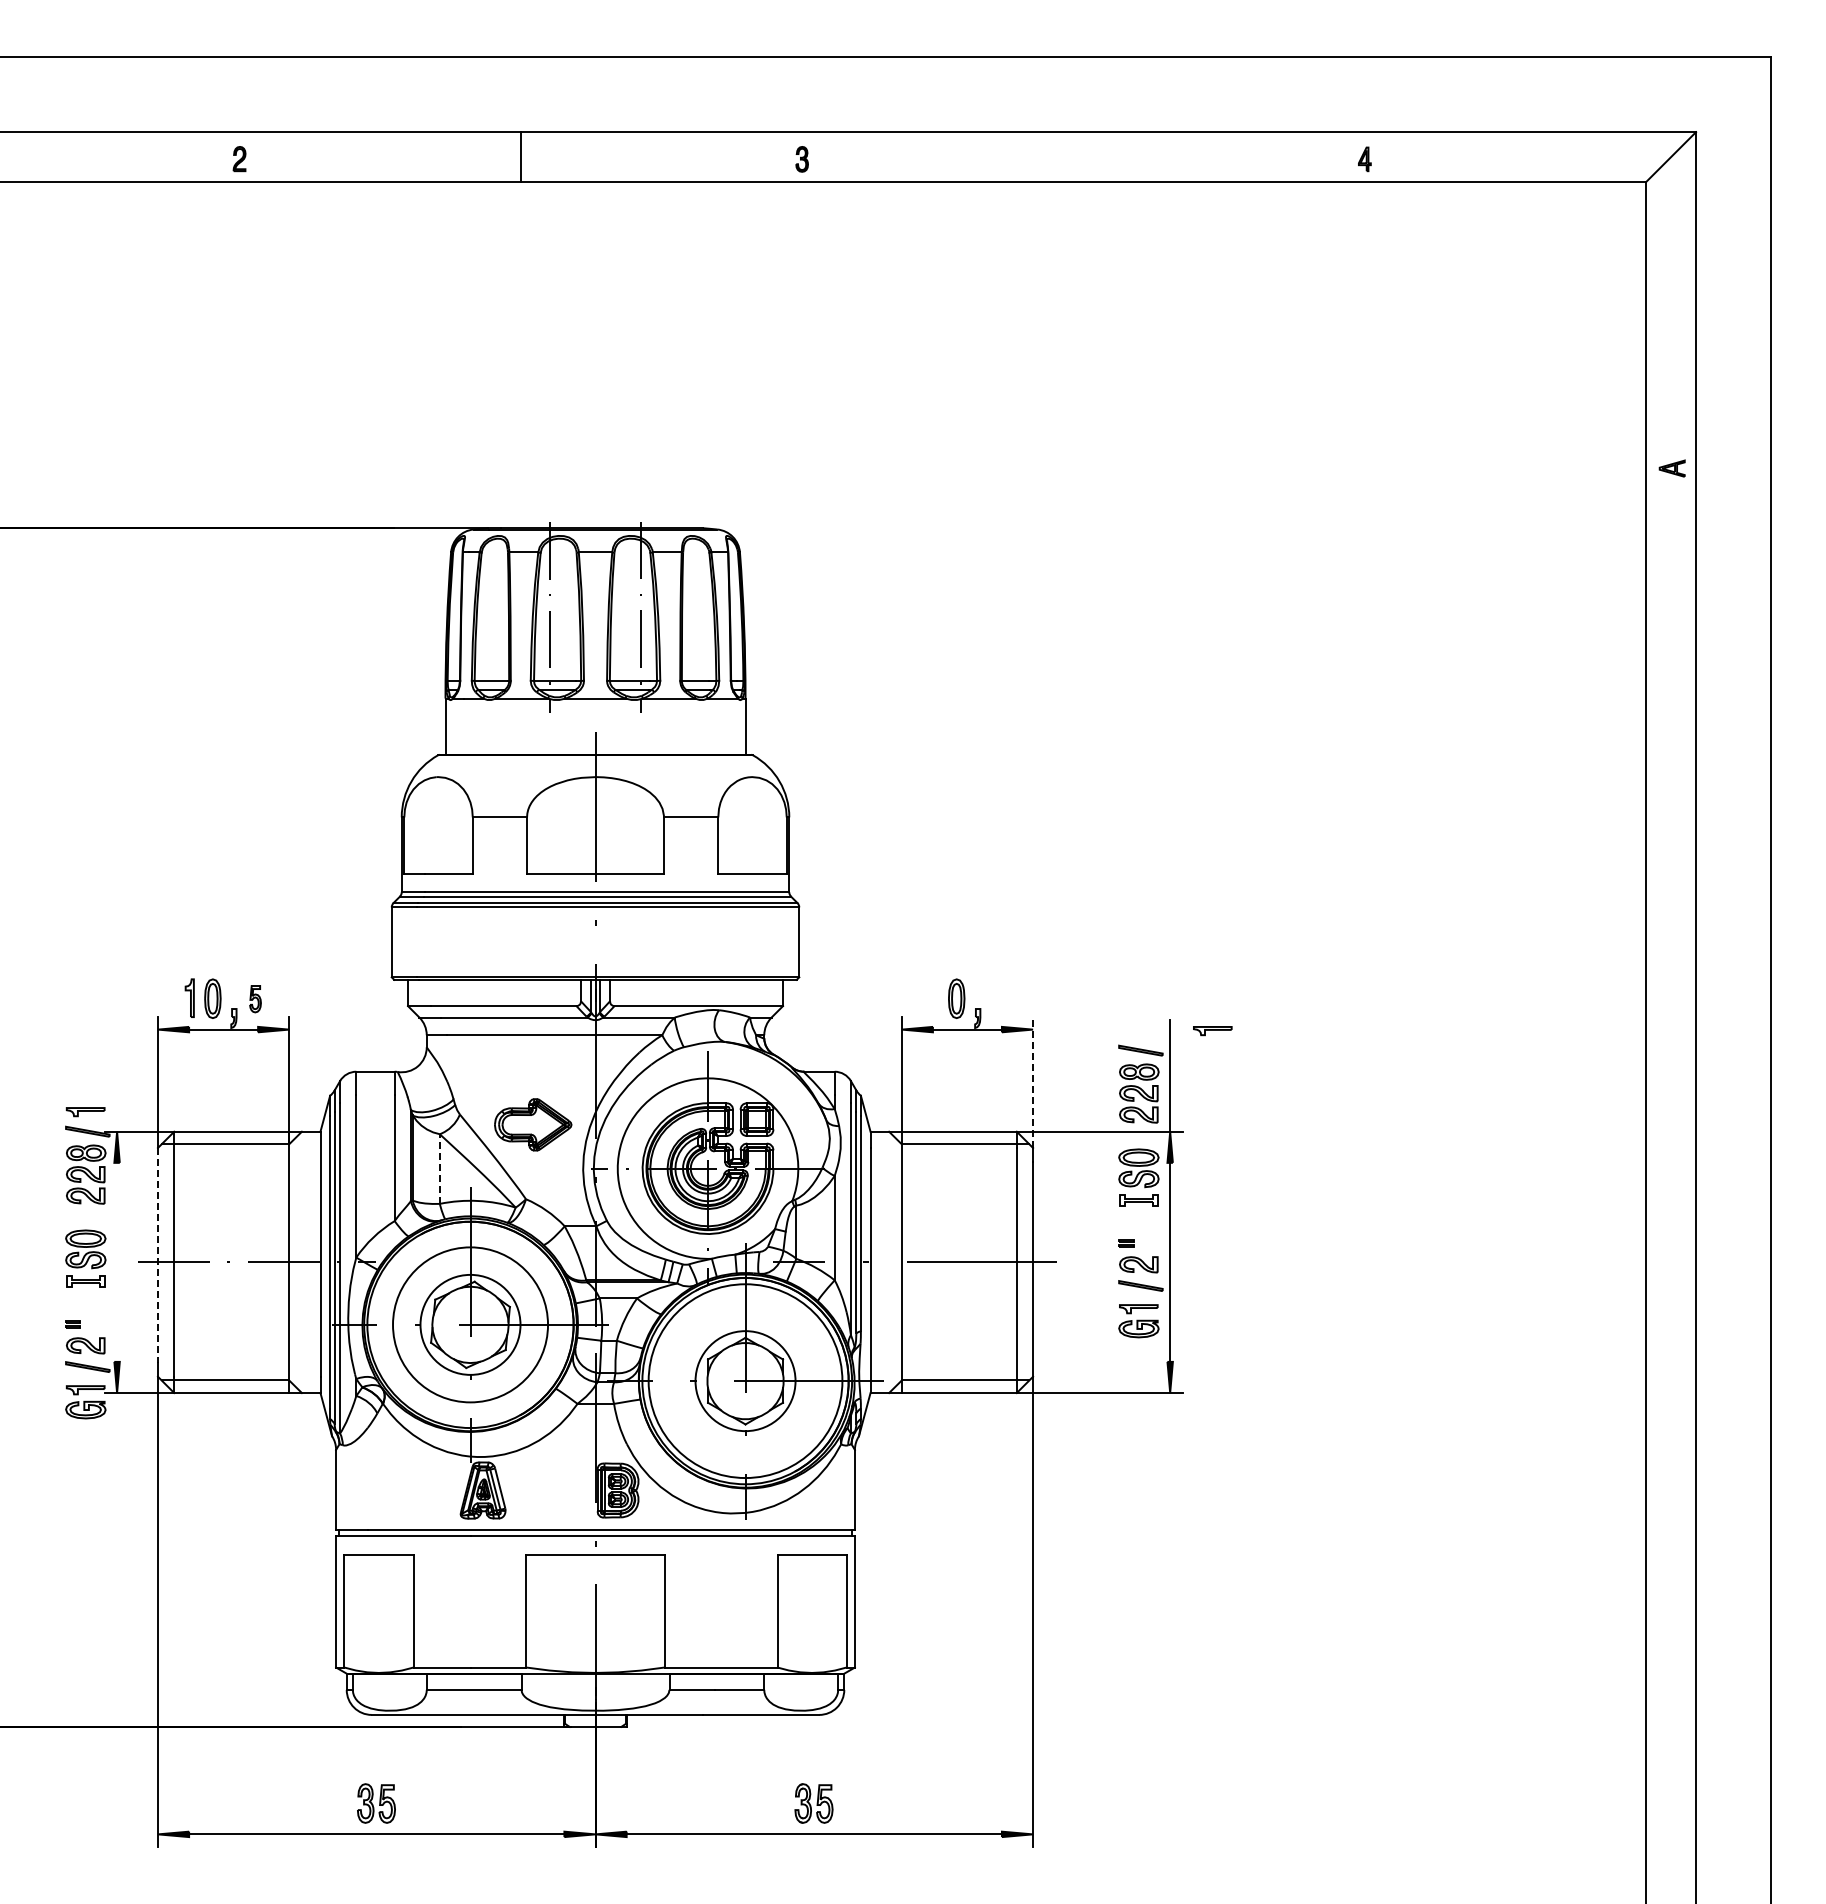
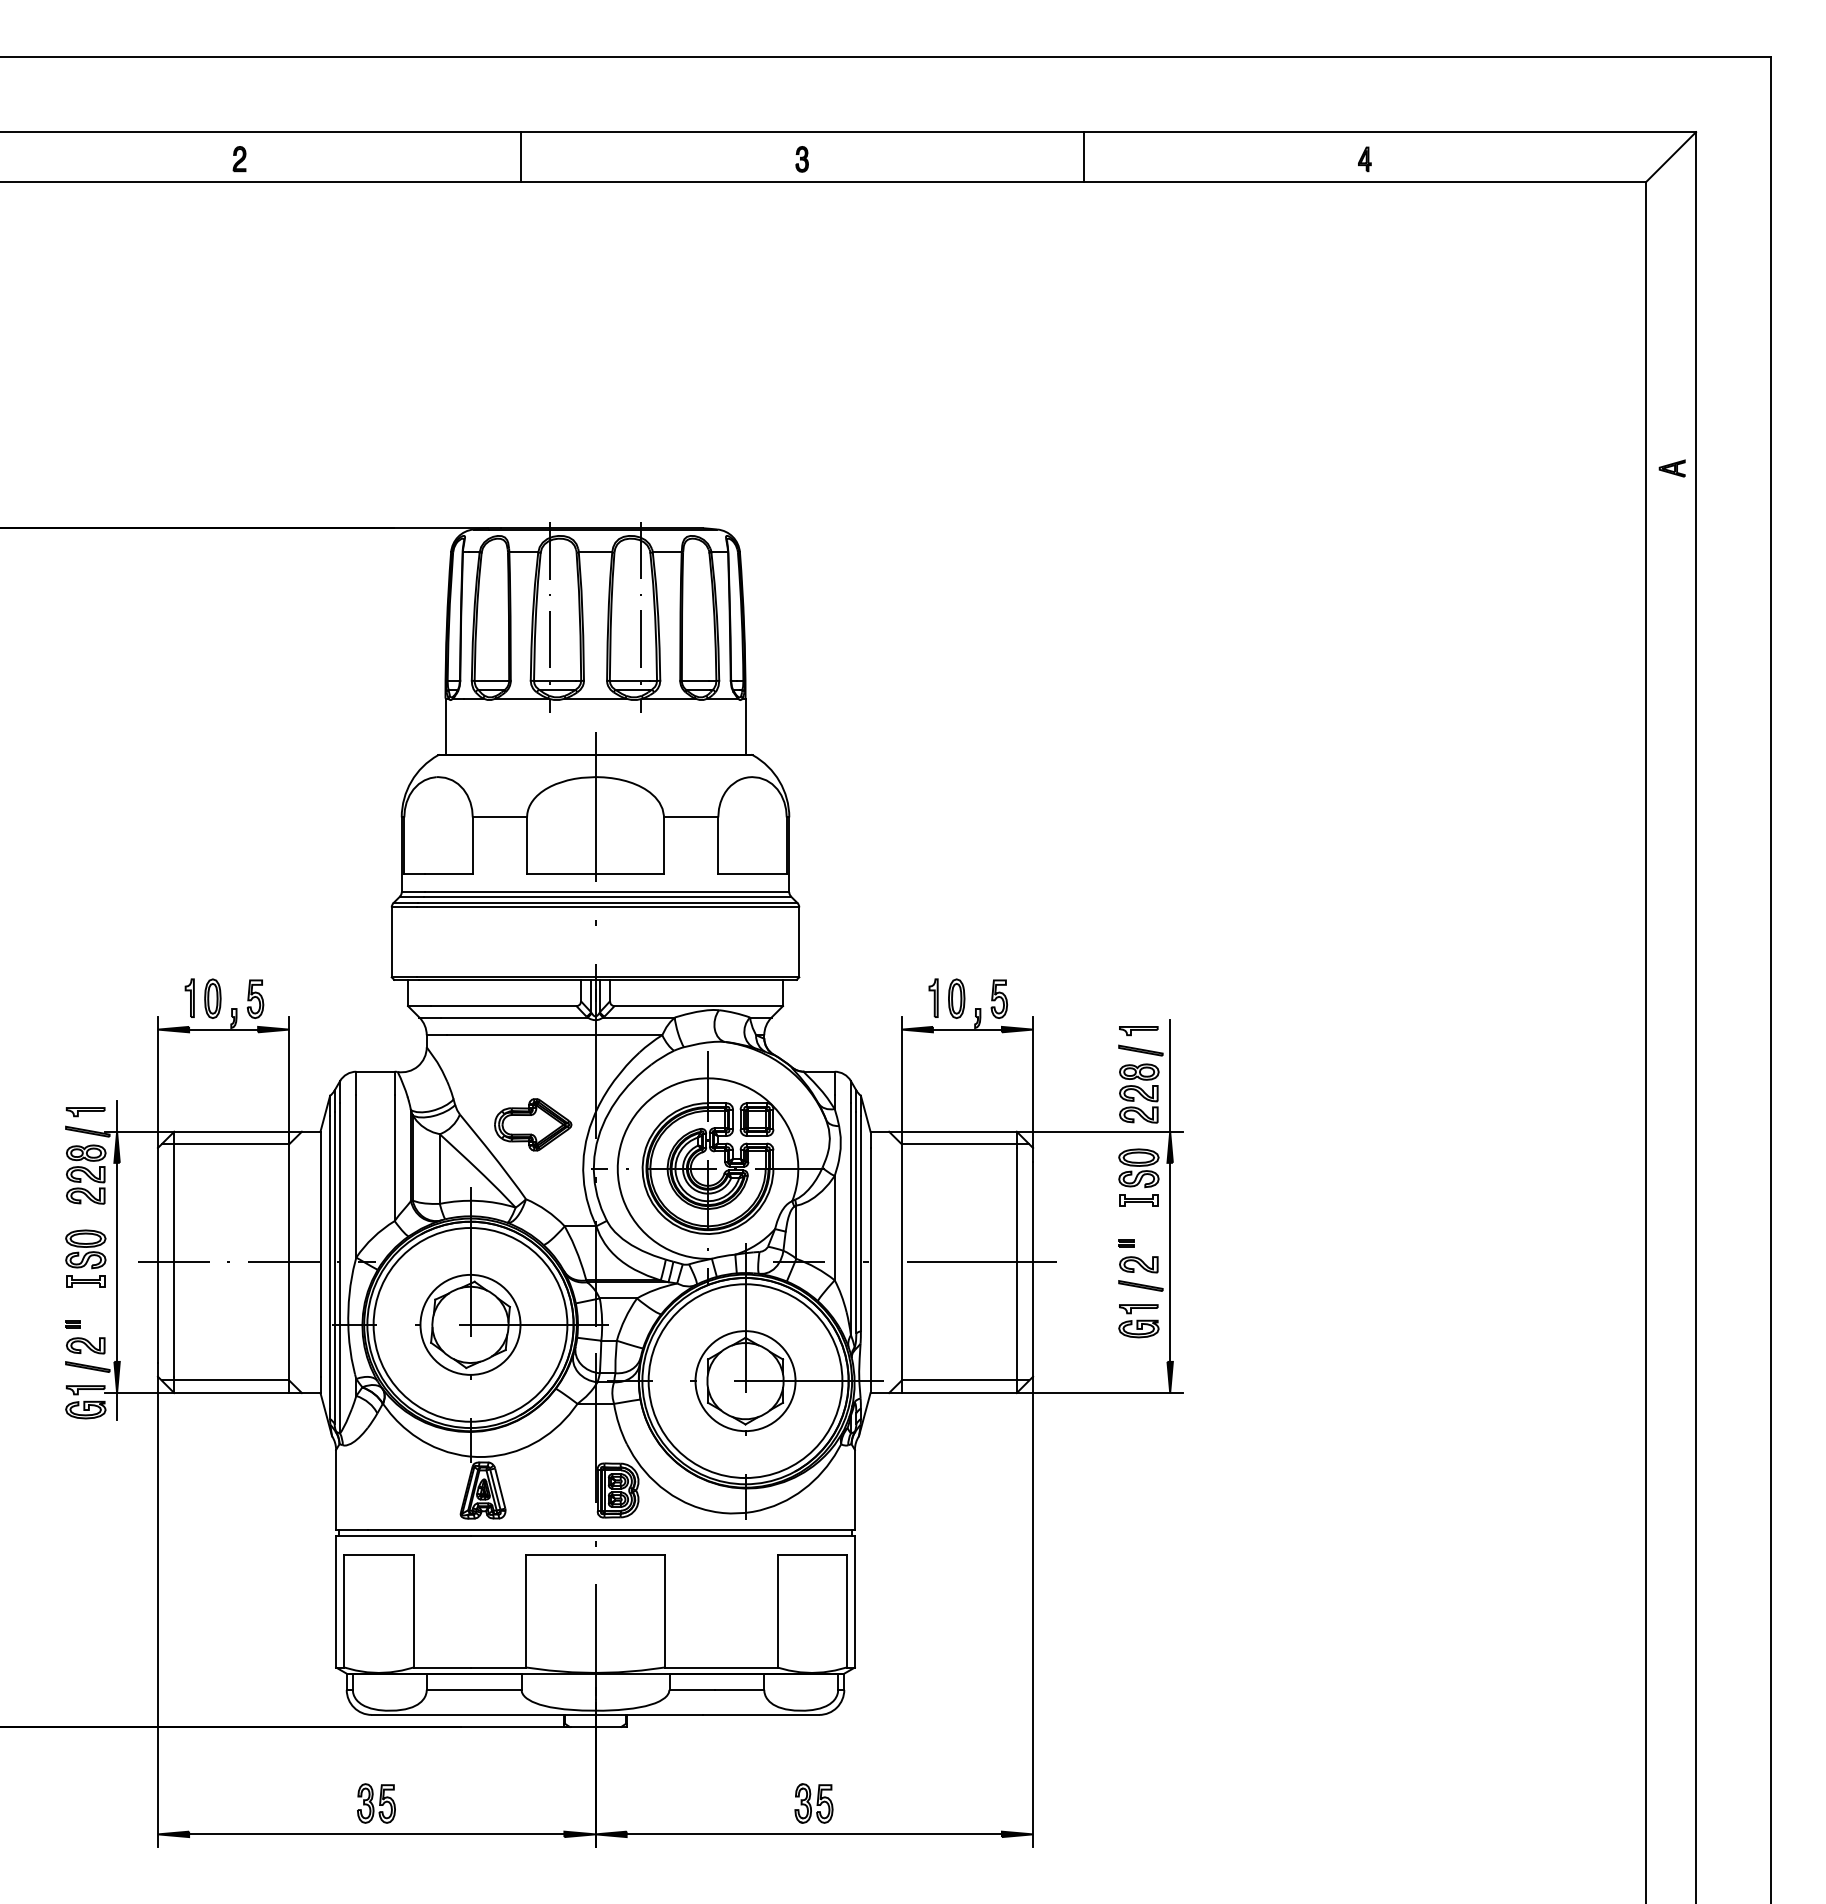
line at (1083, 157): none -> present
part at (933, 997): none -> present
part at (998, 998): none -> present
part at (255, 999) size: 13x29 px -> 19x40 px
part at (1212, 1031) position: (1212, 1031) -> (1138, 1031)
line at (1033, 1082): dashed -> solid
line at (117, 1115): none -> present
line at (439, 1169): dashed -> solid
line at (157, 1255): dashed -> solid
line at (117, 1261): none -> present
circle at (470, 1324) diameter: 155 px -> 194 px
line at (117, 1406): none -> present
